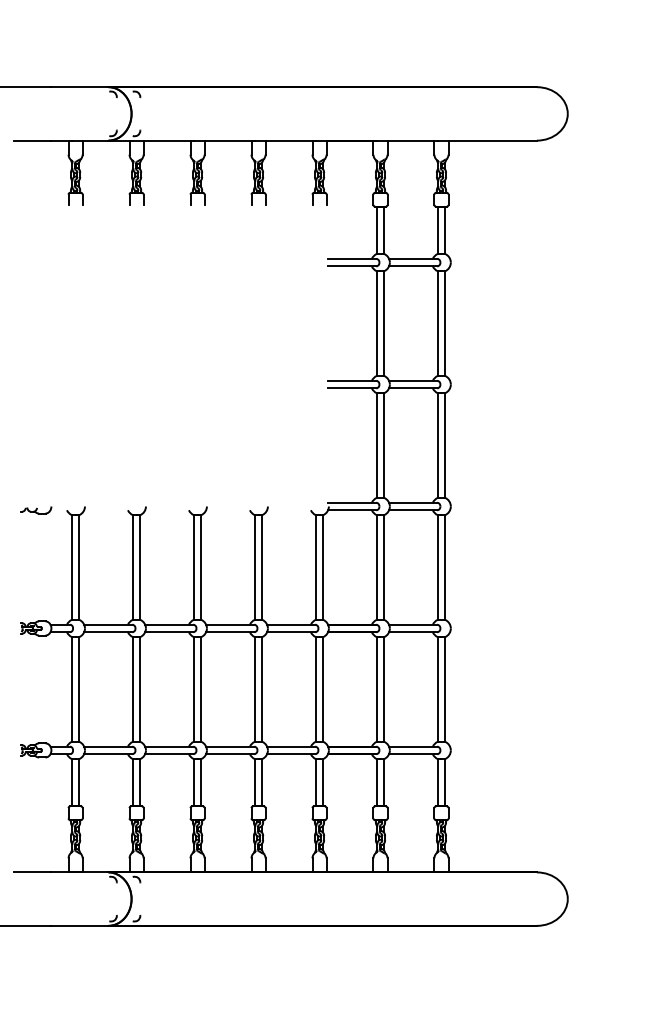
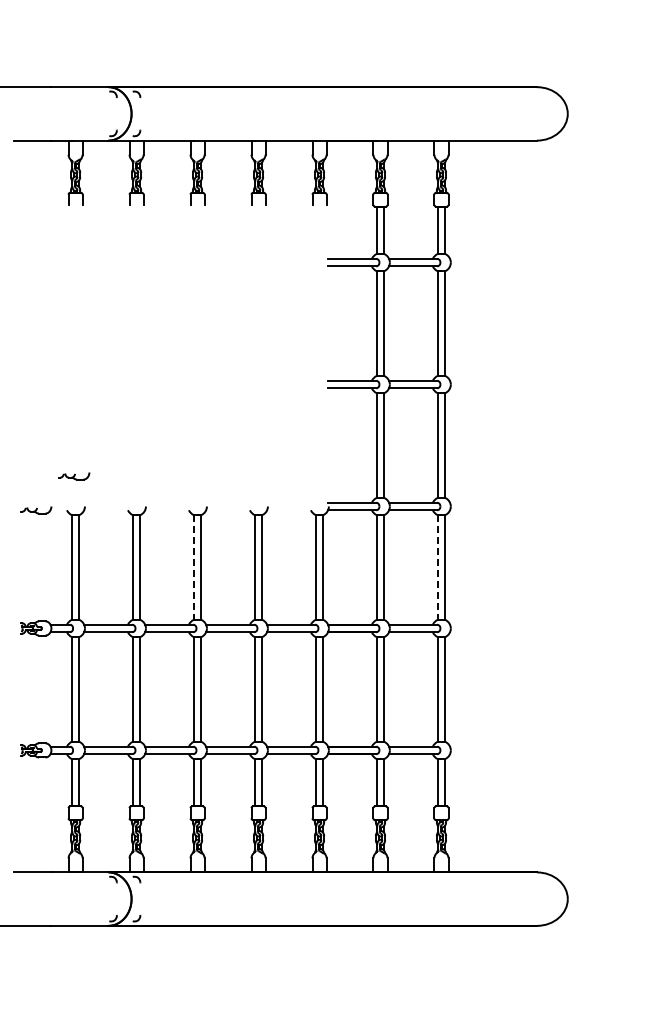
part at (74, 476): none -> present
line at (193, 567): solid -> dashed
line at (437, 567): solid -> dashed
